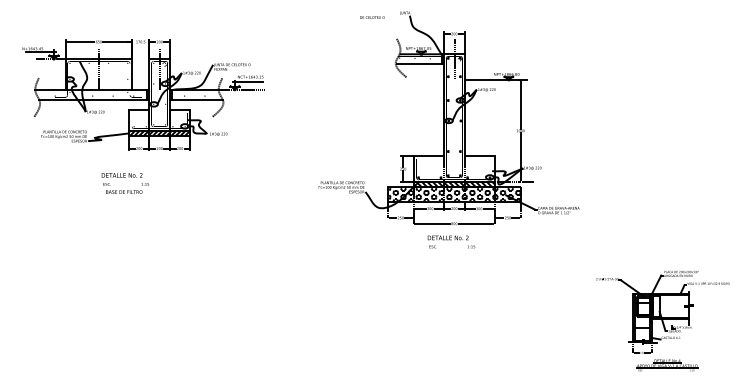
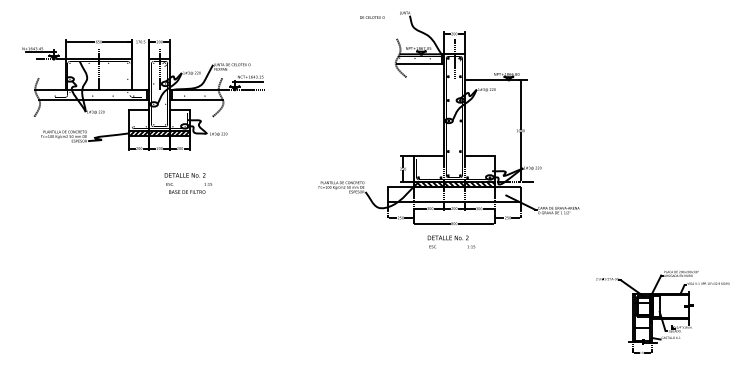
text at (124, 183) position: (124, 183) -> (187, 183)
hatch at (454, 194): present -> none
part at (667, 365): present -> none
